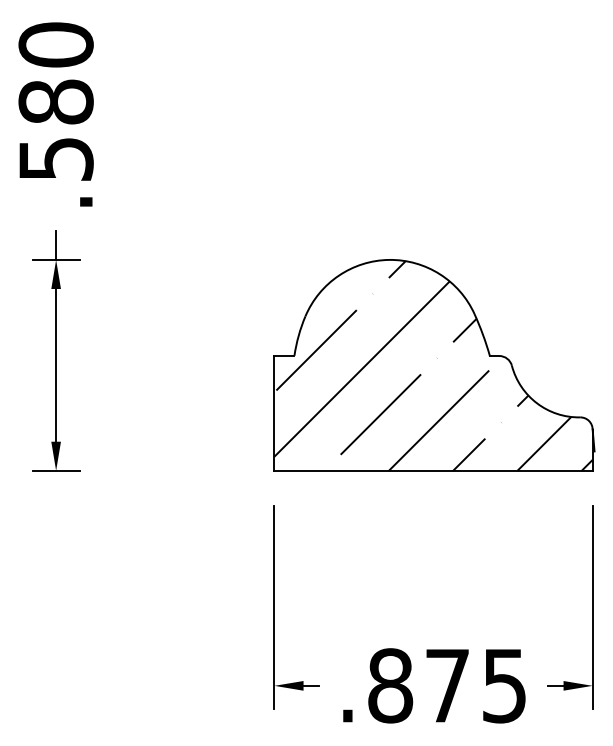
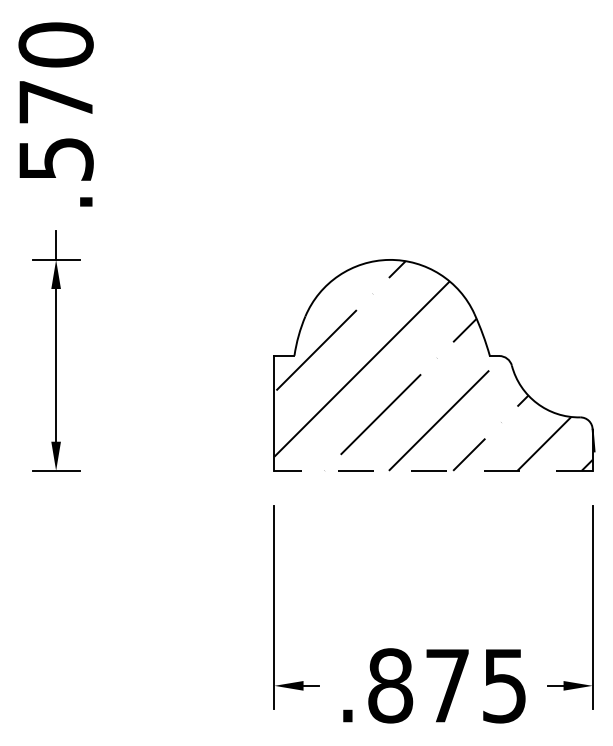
text at (55, 101): .580 -> .570
line at (433, 470): solid -> dashed
